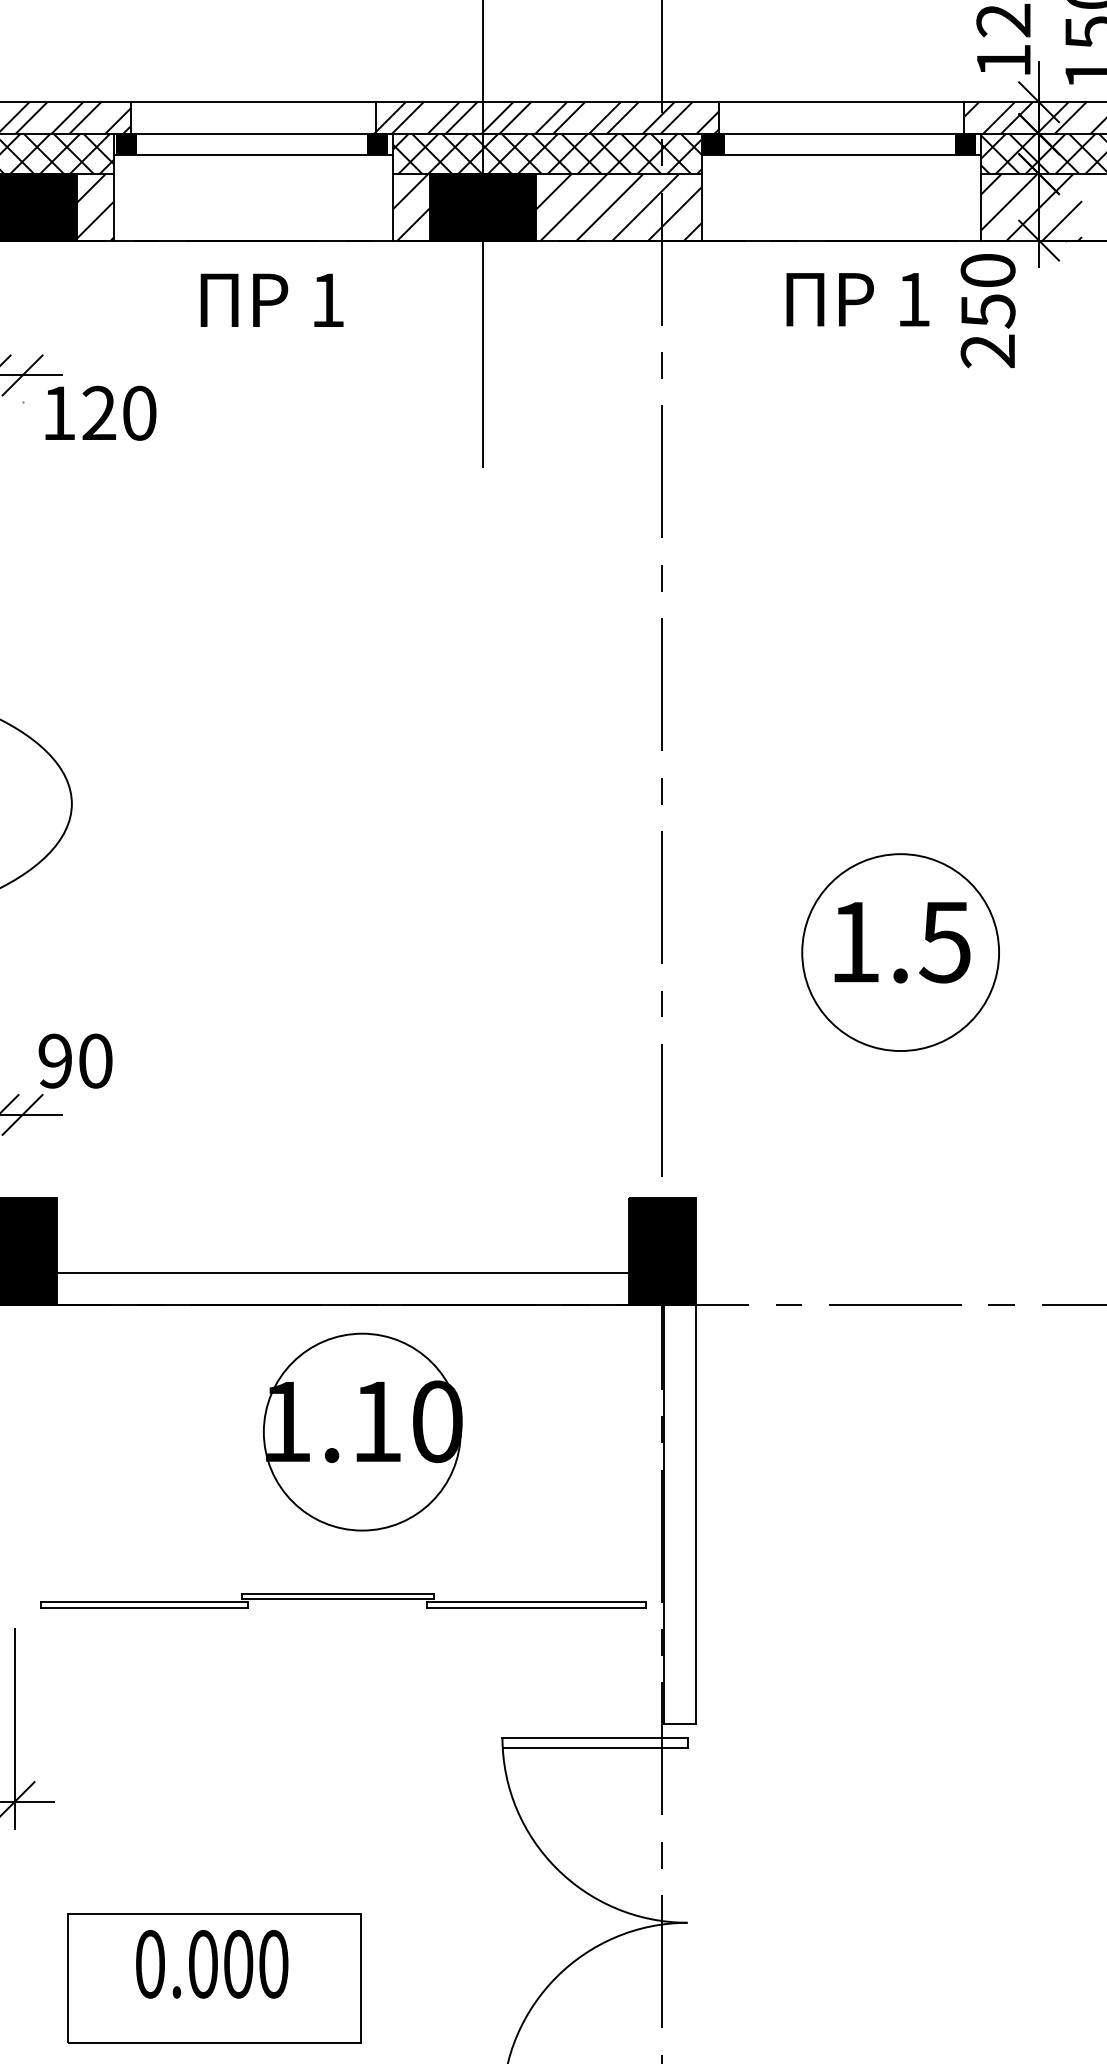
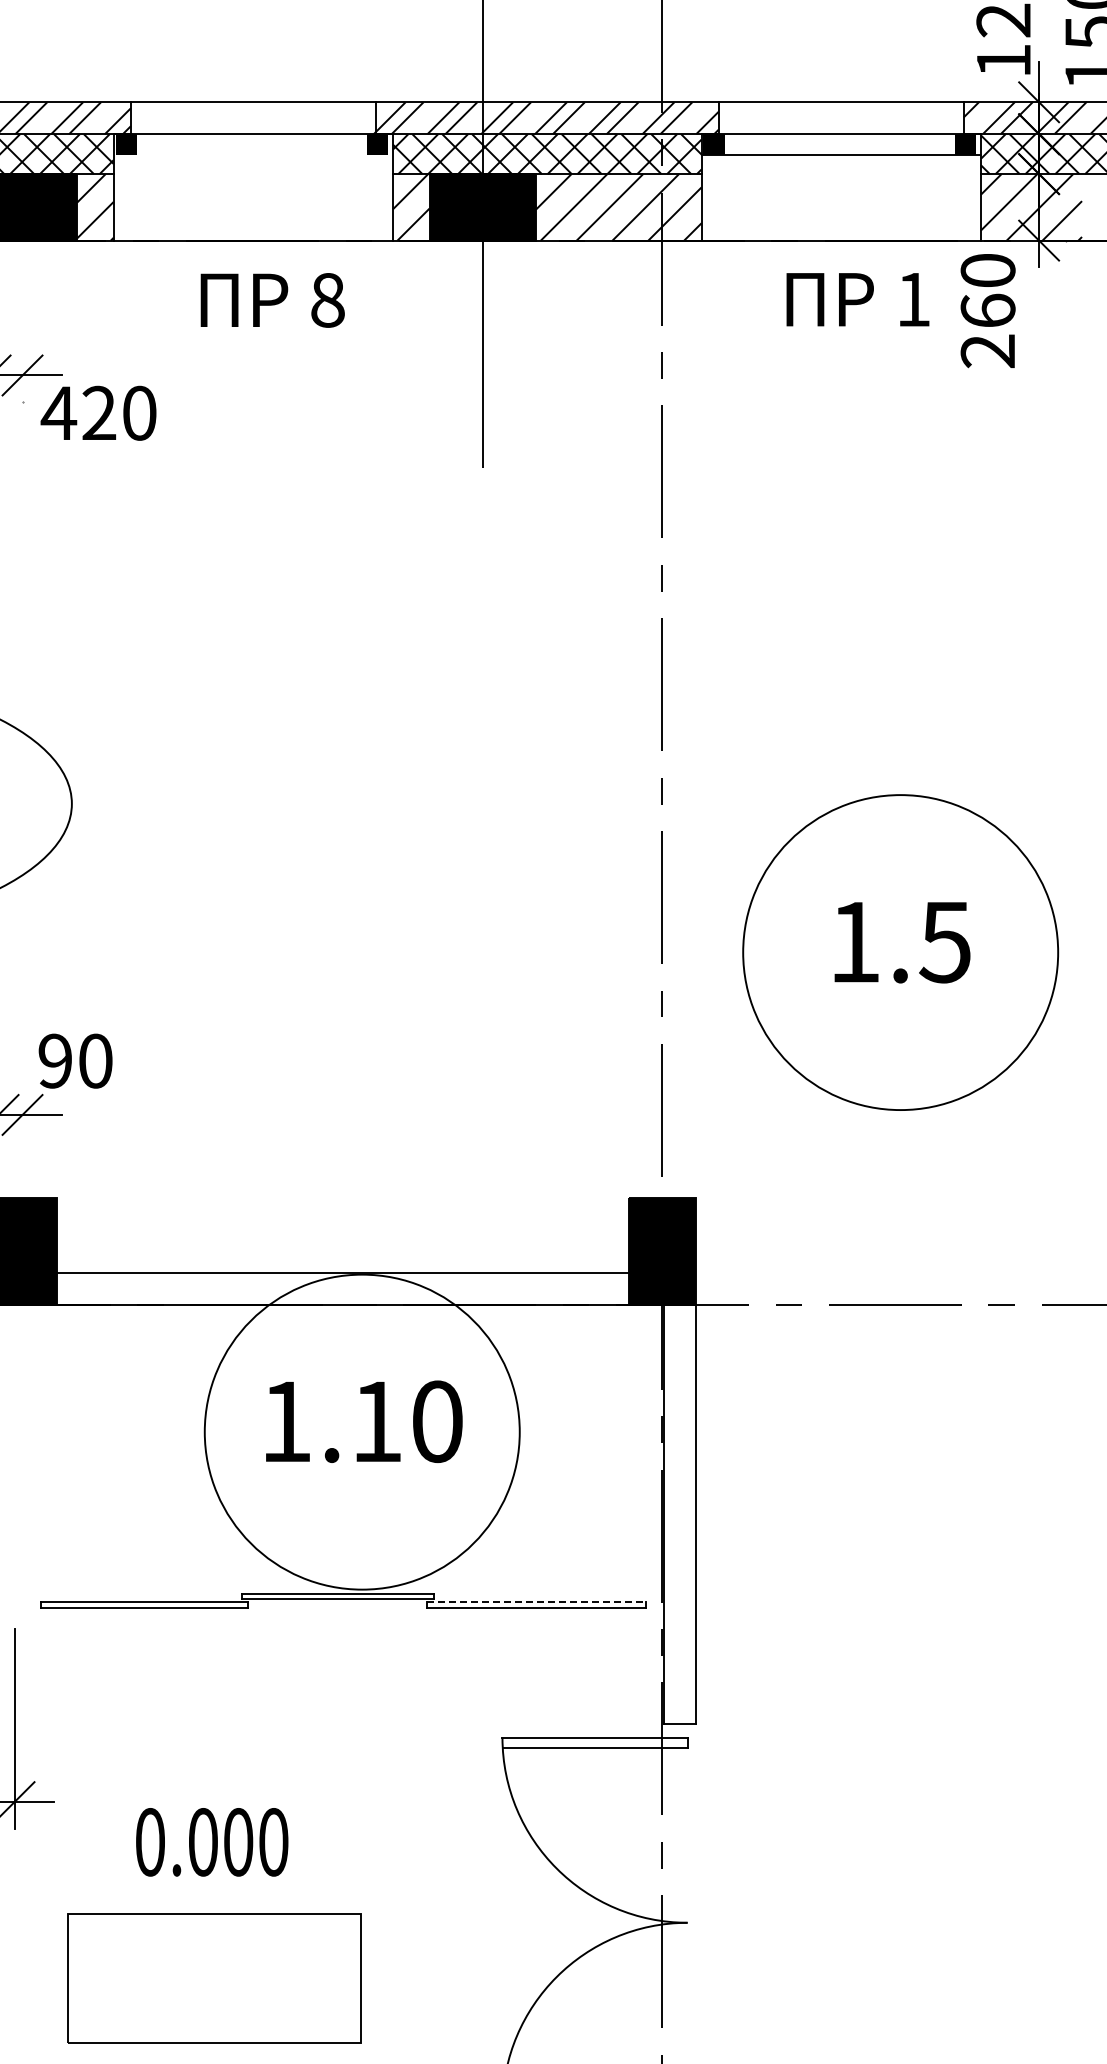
line at (253, 155): present -> none
text at (327, 300): 1 -> 8
text at (987, 310): 250 -> 260
text at (58, 412): 120 -> 420
circle at (900, 952) diameter: 197 px -> 315 px
circle at (361, 1431) diameter: 197 px -> 315 px
line at (536, 1602): solid -> dashed
text at (212, 1964) position: (212, 1964) -> (212, 1842)
